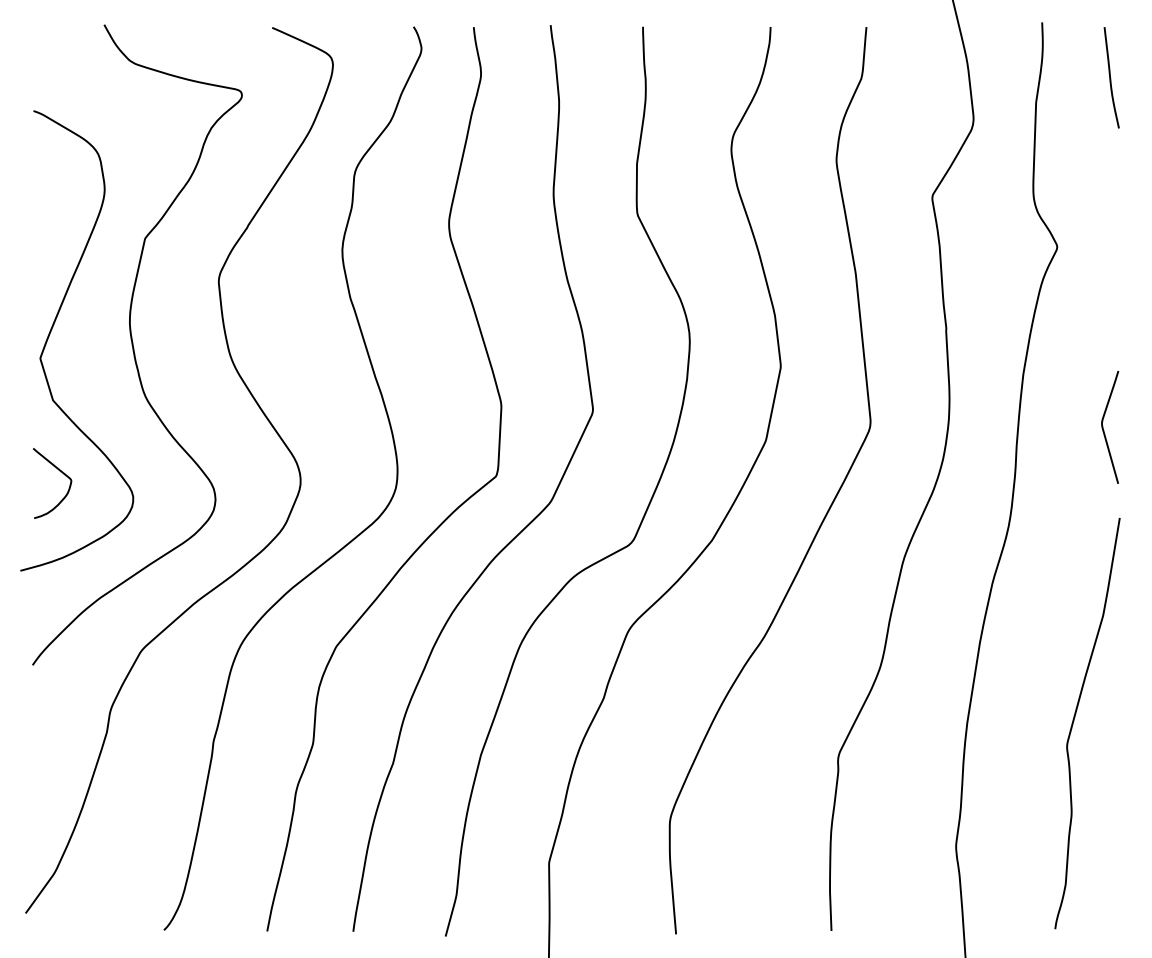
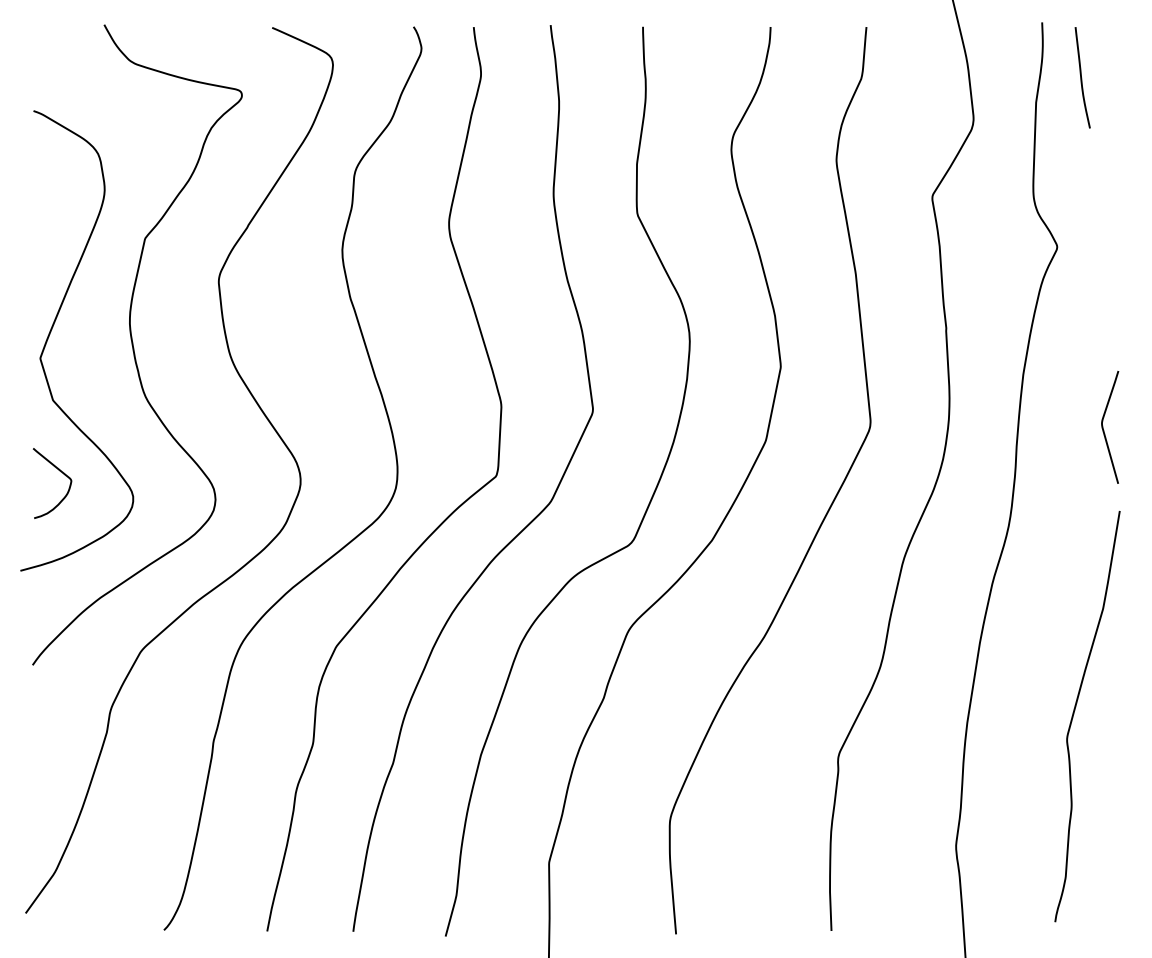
curve at (1110, 77) position: (1110, 77) -> (1081, 77)
curve at (1074, 721) position: (1074, 721) -> (1074, 714)
